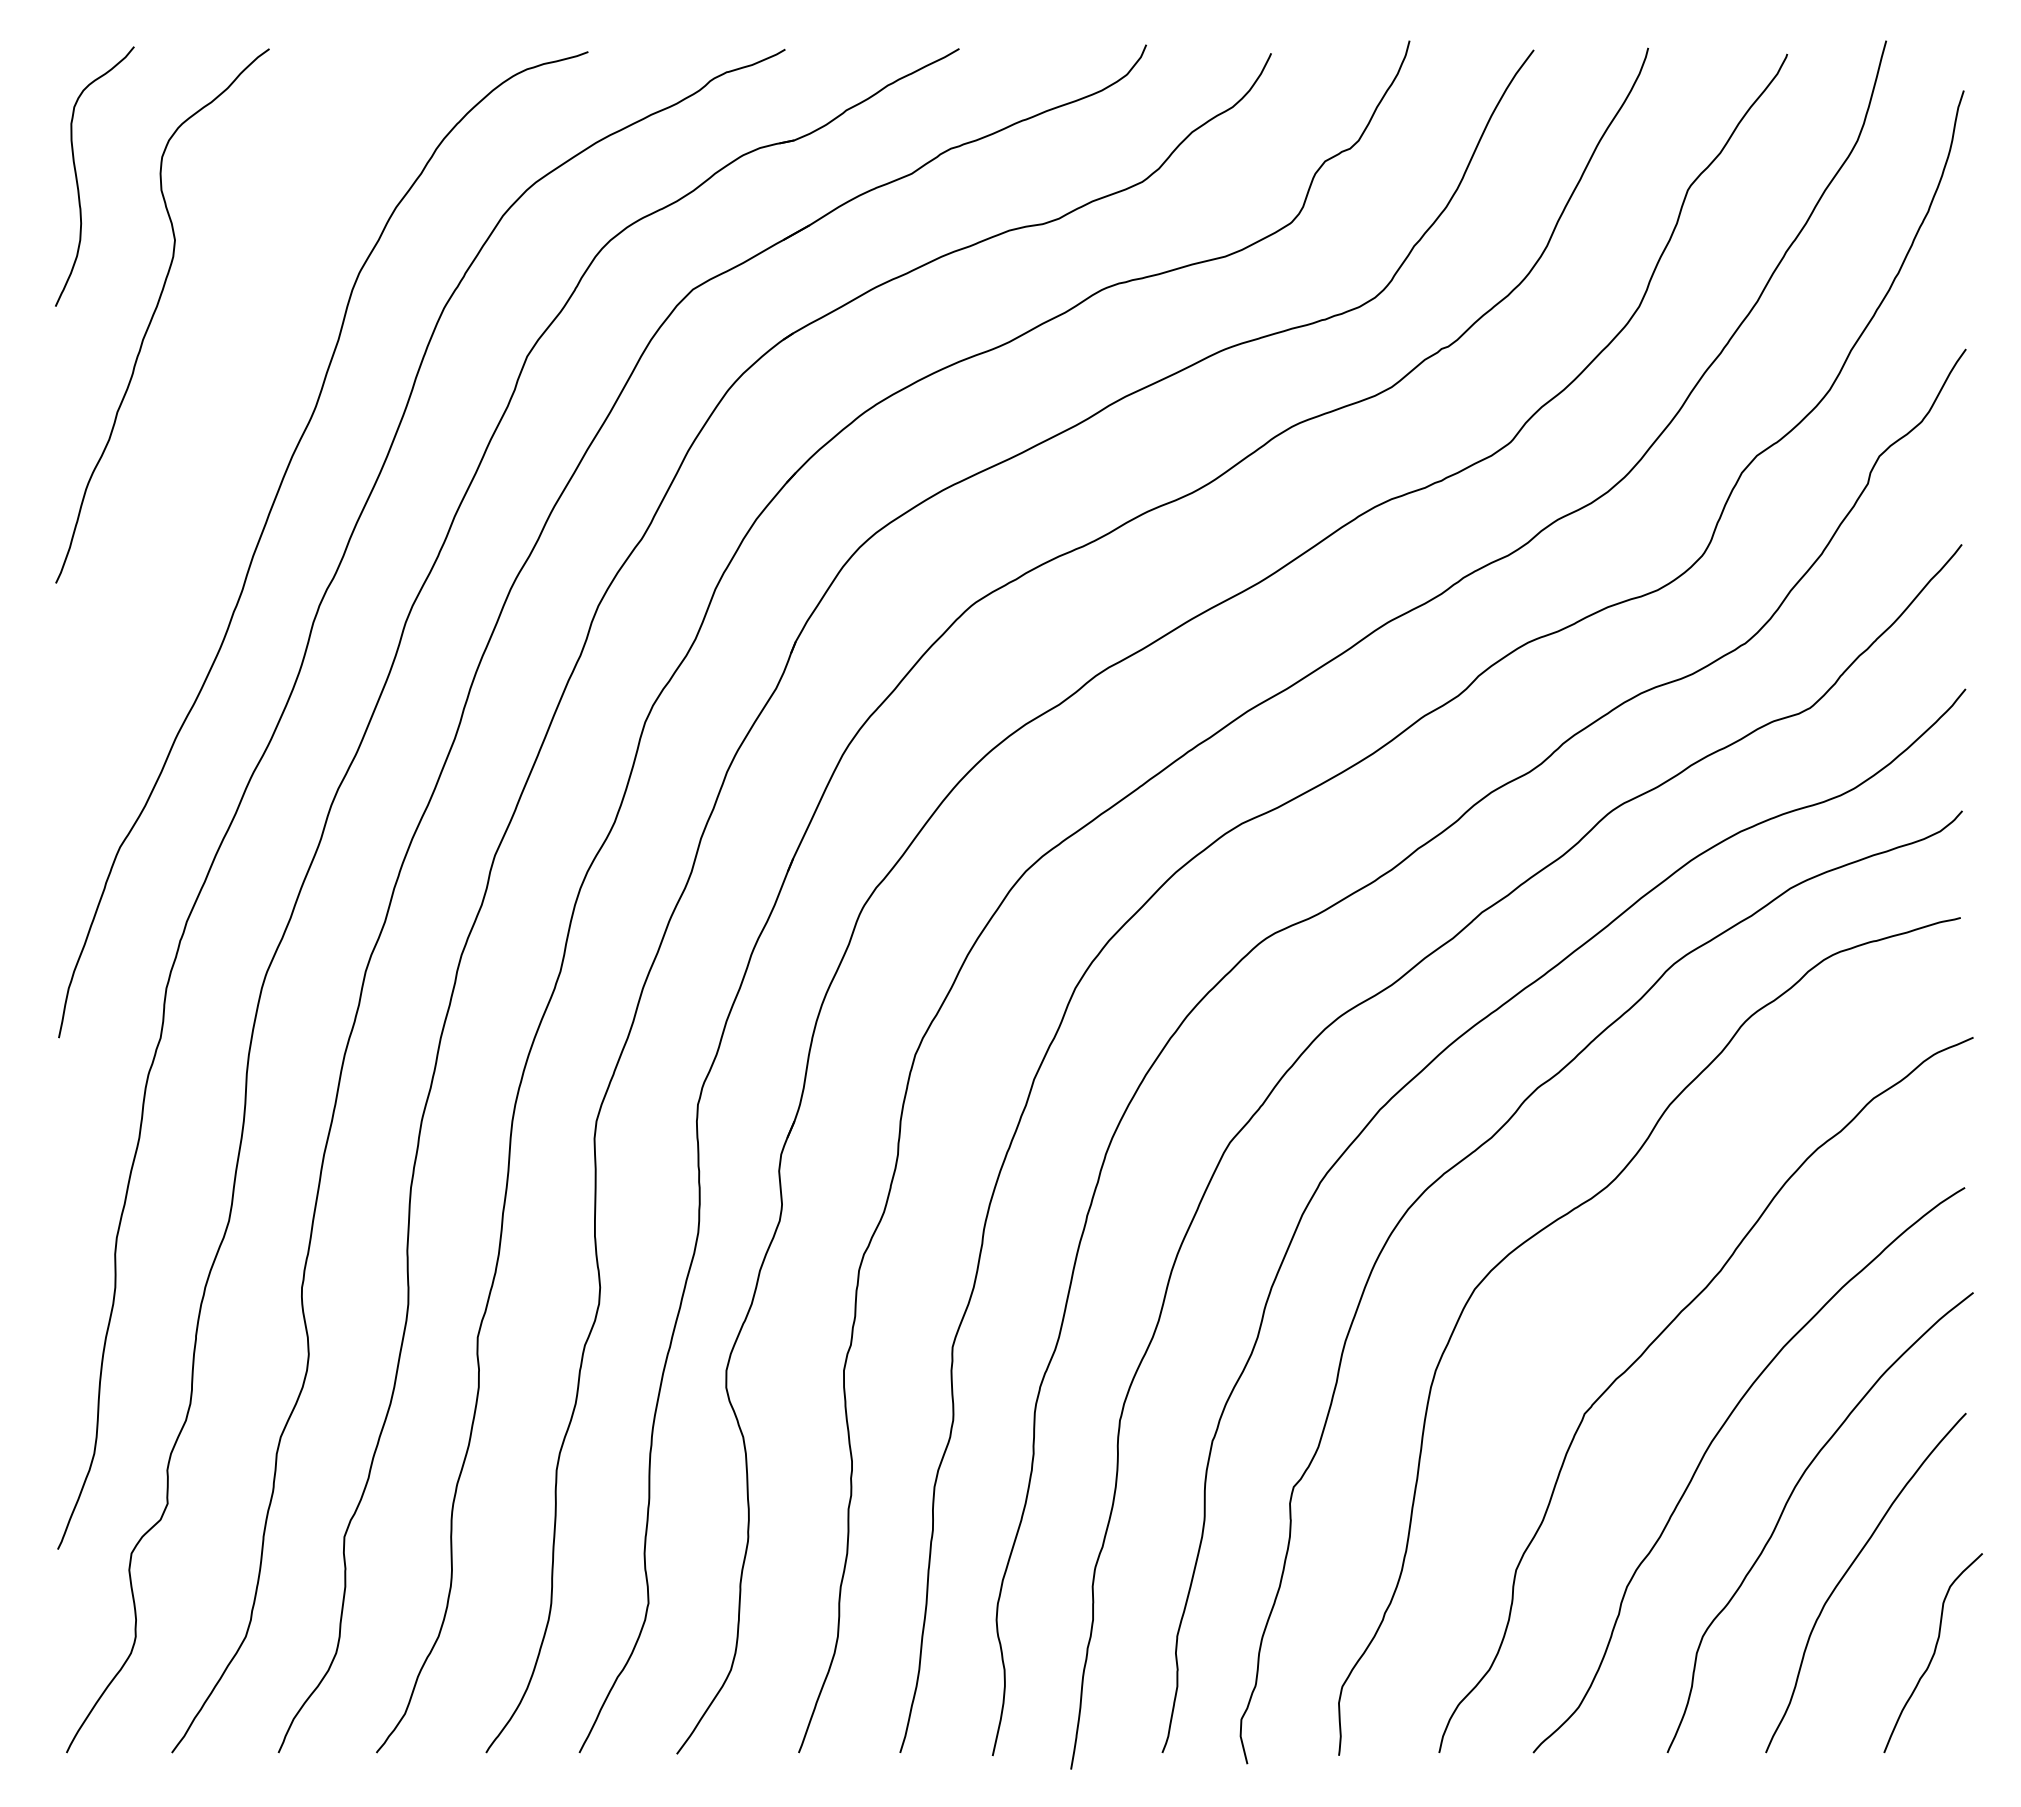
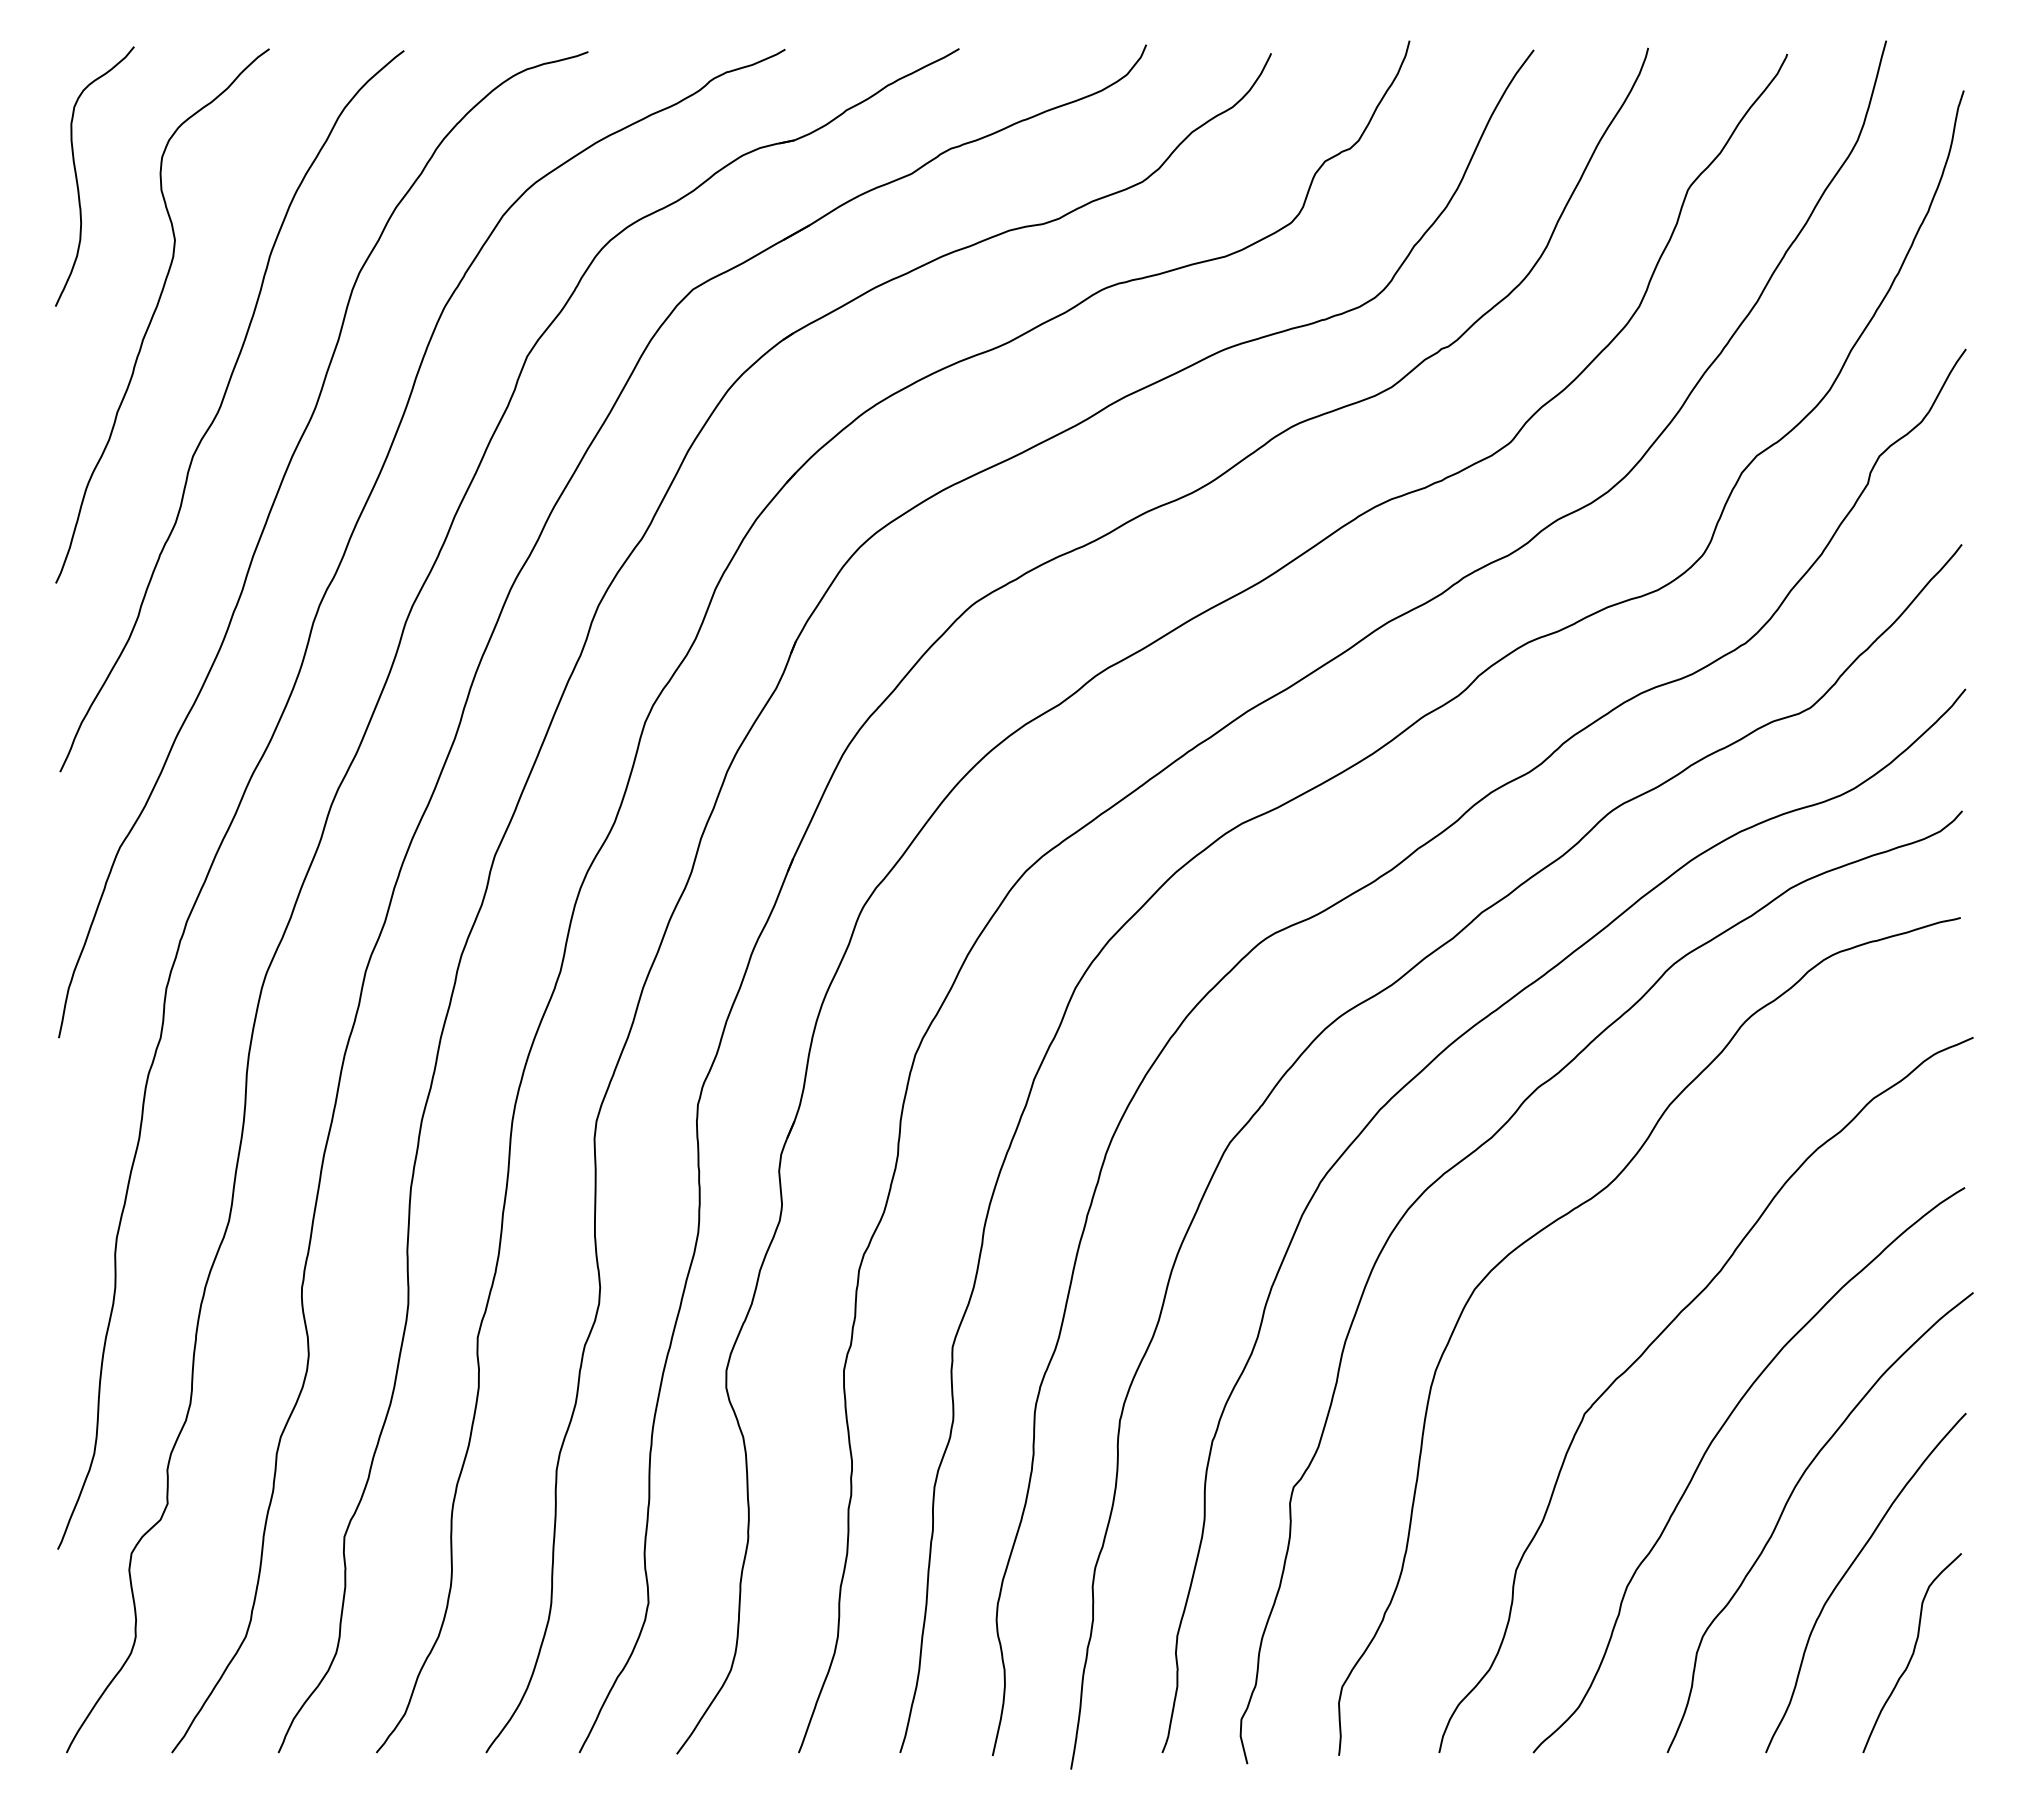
curve at (221, 407): none -> present
curve at (1933, 1653) position: (1933, 1653) -> (1912, 1653)
